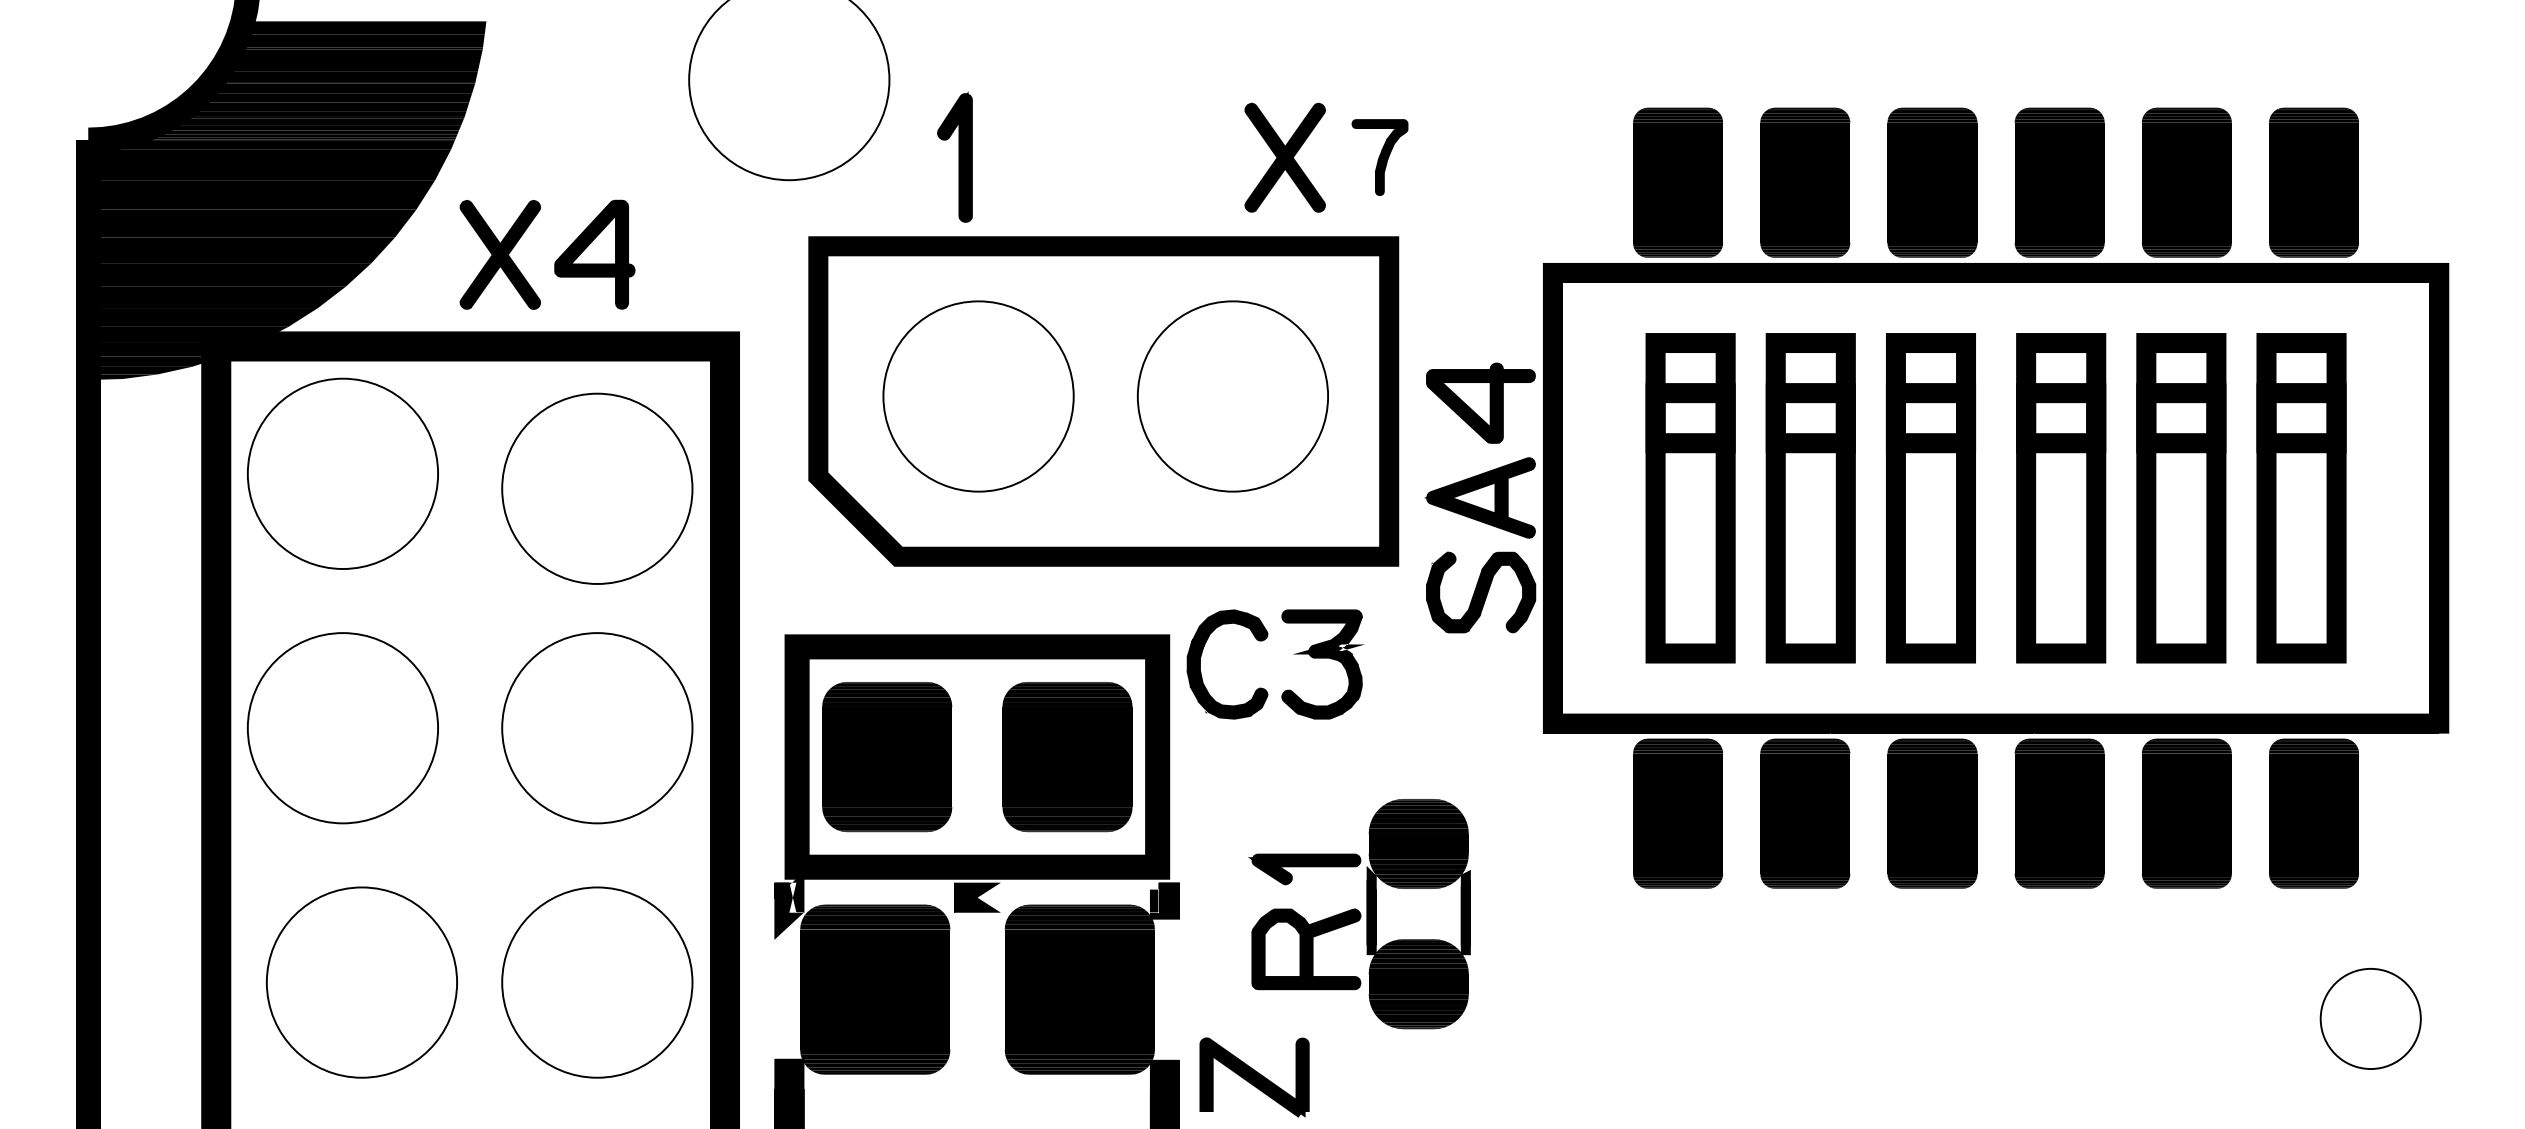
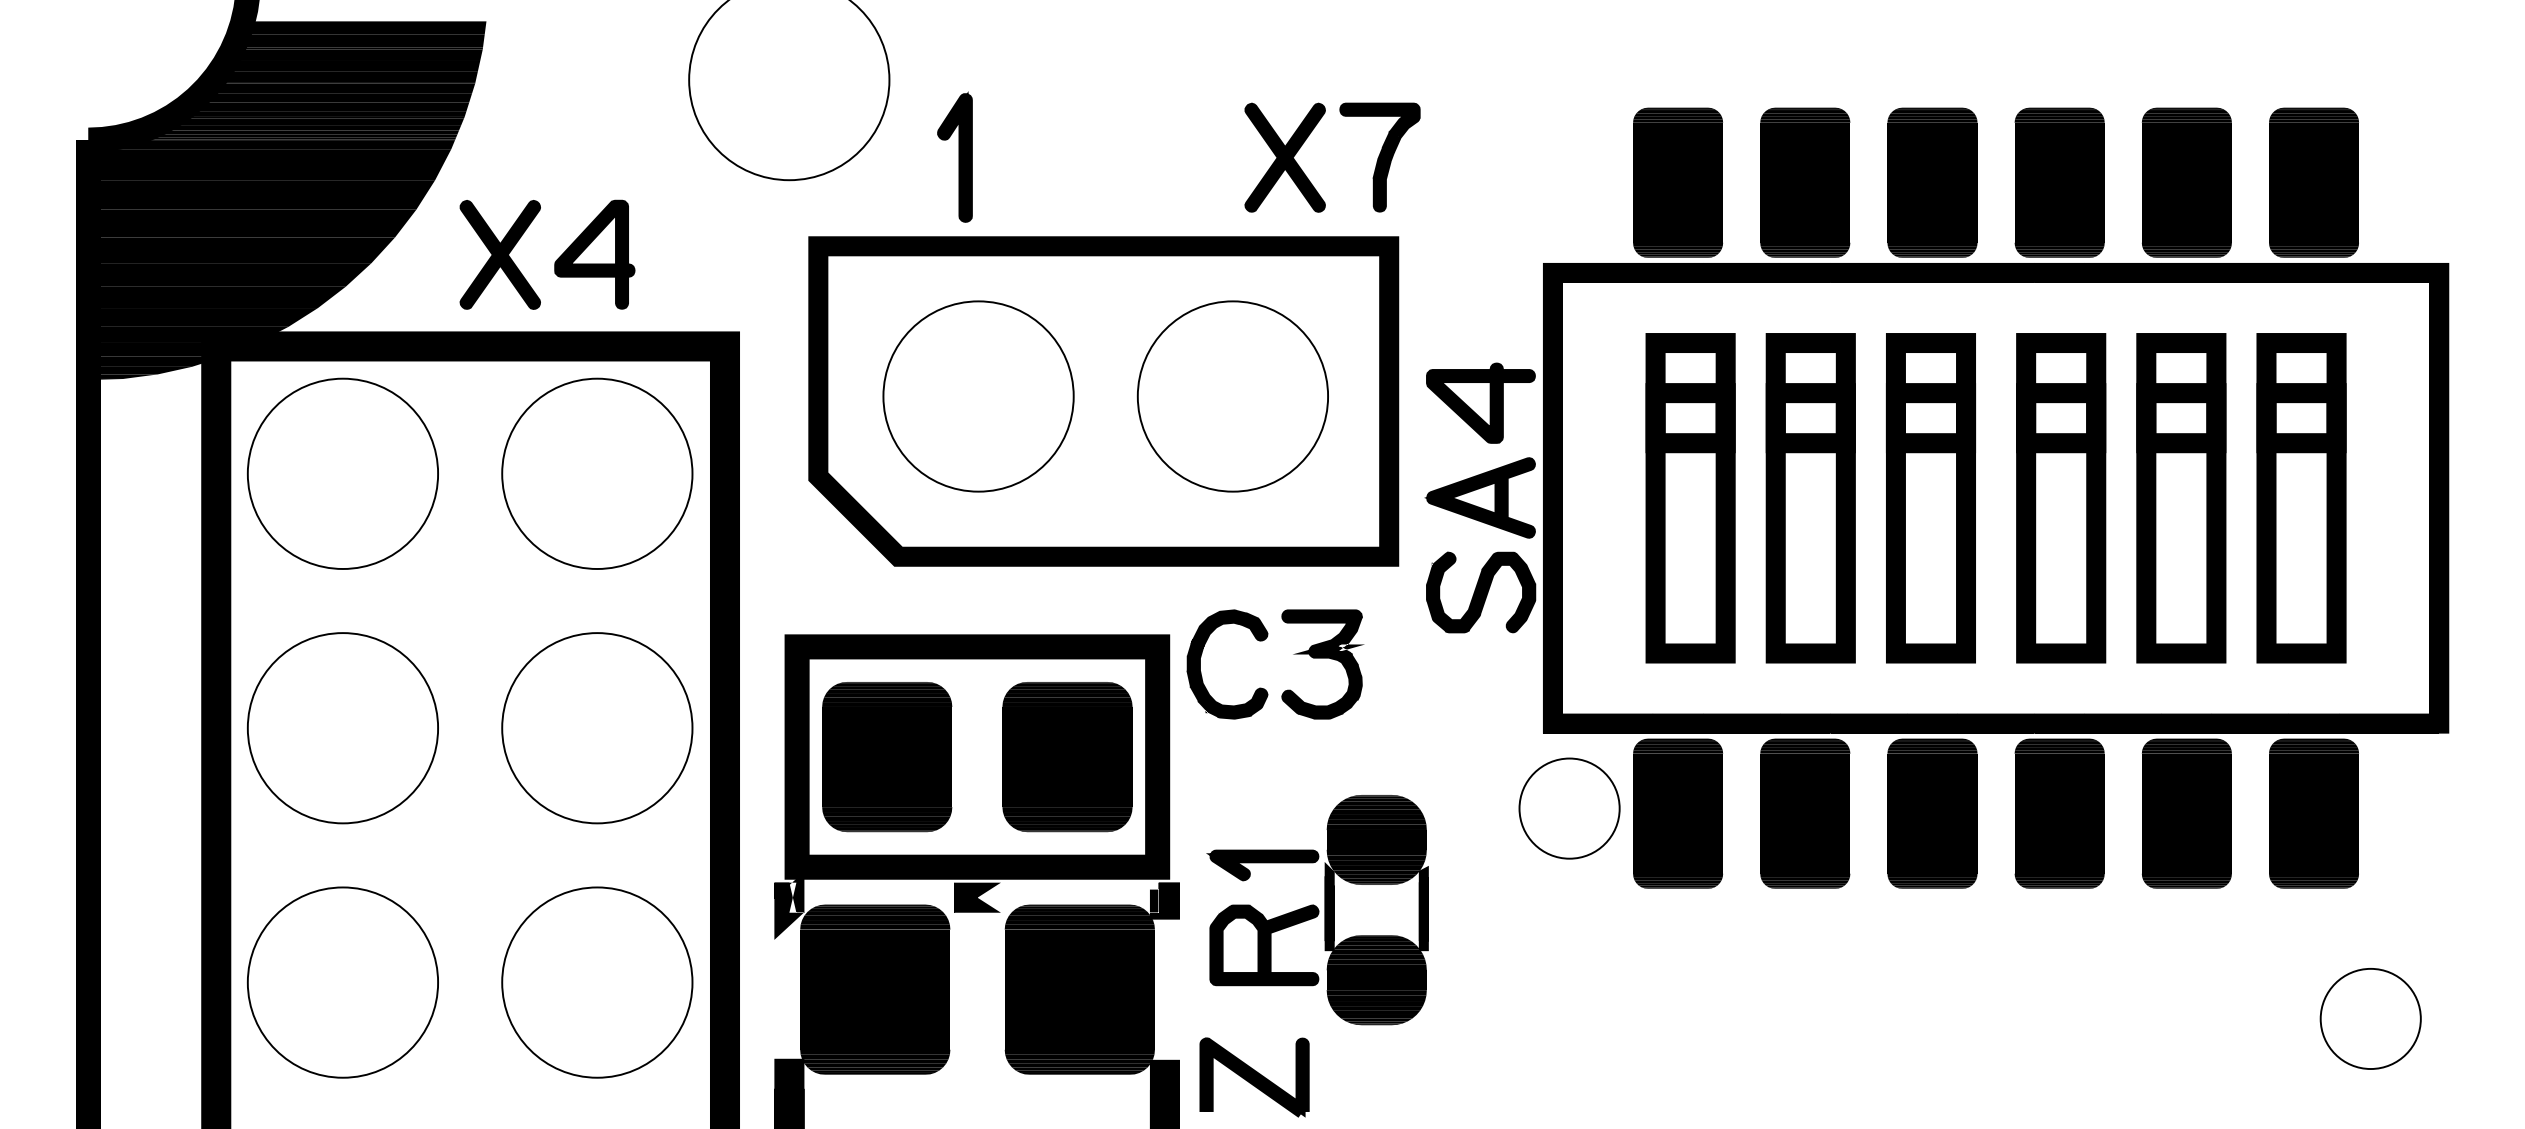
part at (1379, 157) size: 58x77 px -> 82x111 px
part at (597, 488) position: (597, 488) -> (597, 473)
part at (1569, 808): none -> present
part at (1359, 914) position: (1359, 914) -> (1317, 910)
part at (361, 982) position: (361, 982) -> (342, 982)
